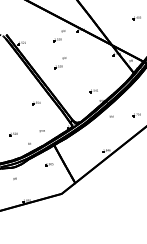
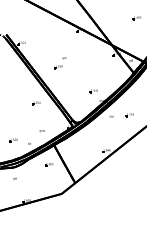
part at (59, 36): present -> none
part at (136, 115) position: (136, 115) -> (129, 115)
part at (13, 134) position: (13, 134) -> (13, 140)
